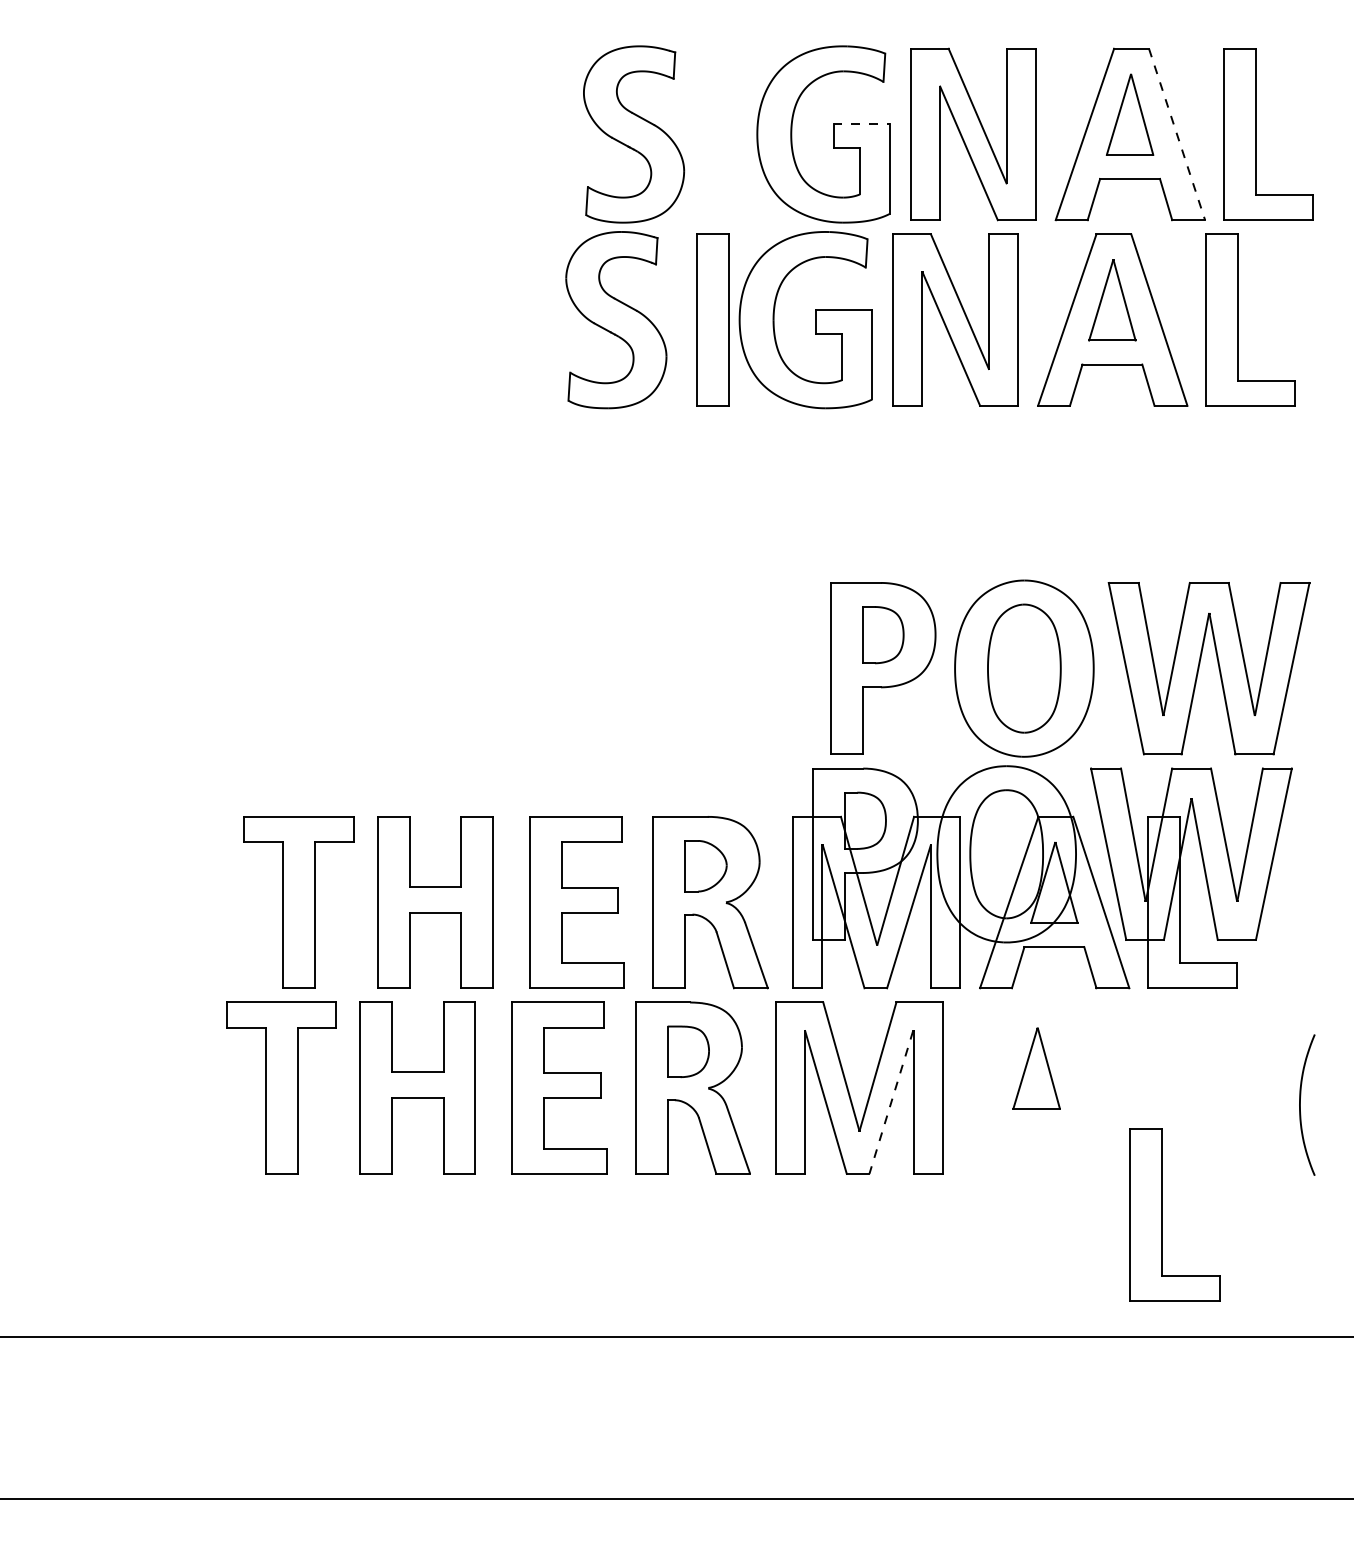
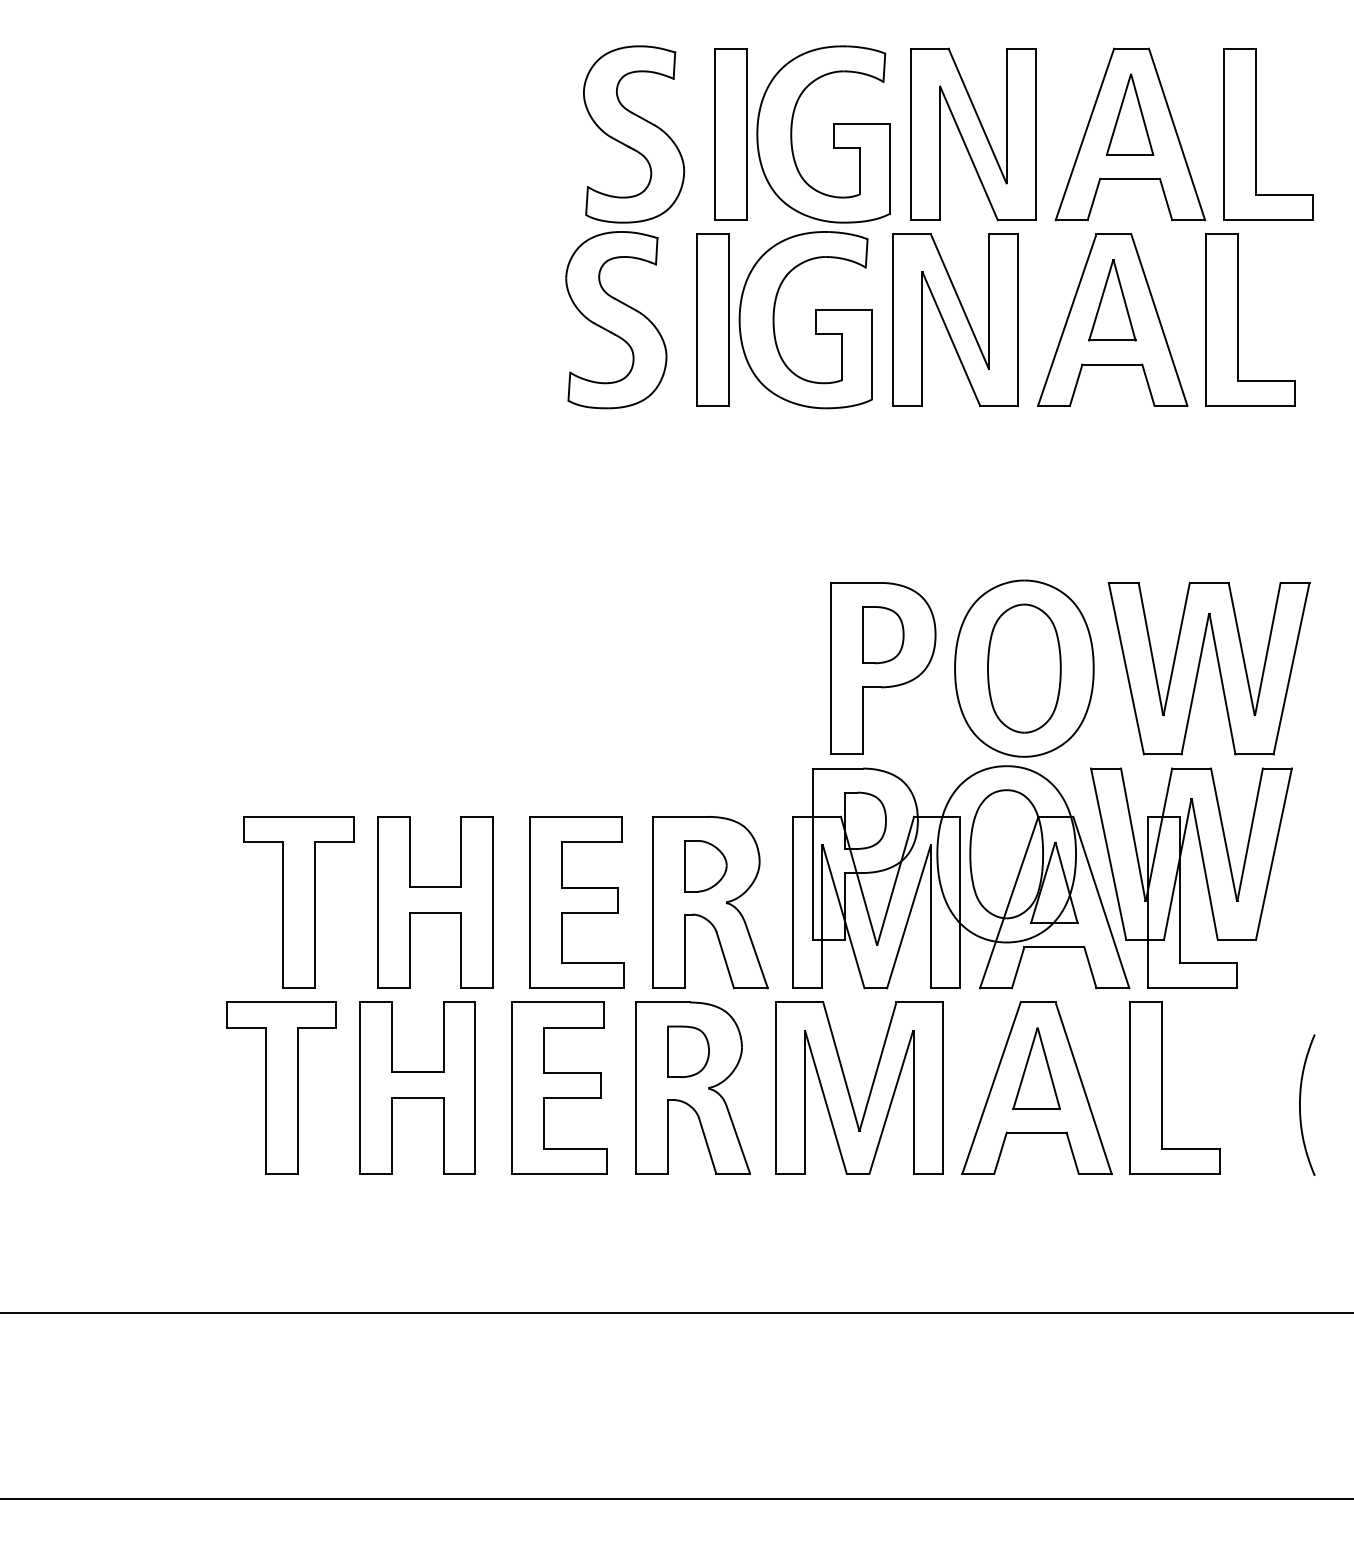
line at (862, 124): dashed -> solid
part at (730, 134): none -> present
line at (1177, 134): dashed -> solid
part at (1036, 1087): none -> present
line at (891, 1102): dashed -> solid
part at (1162, 1214) position: (1162, 1214) -> (1162, 1087)
line at (676, 1337) position: (676, 1337) -> (676, 1313)
